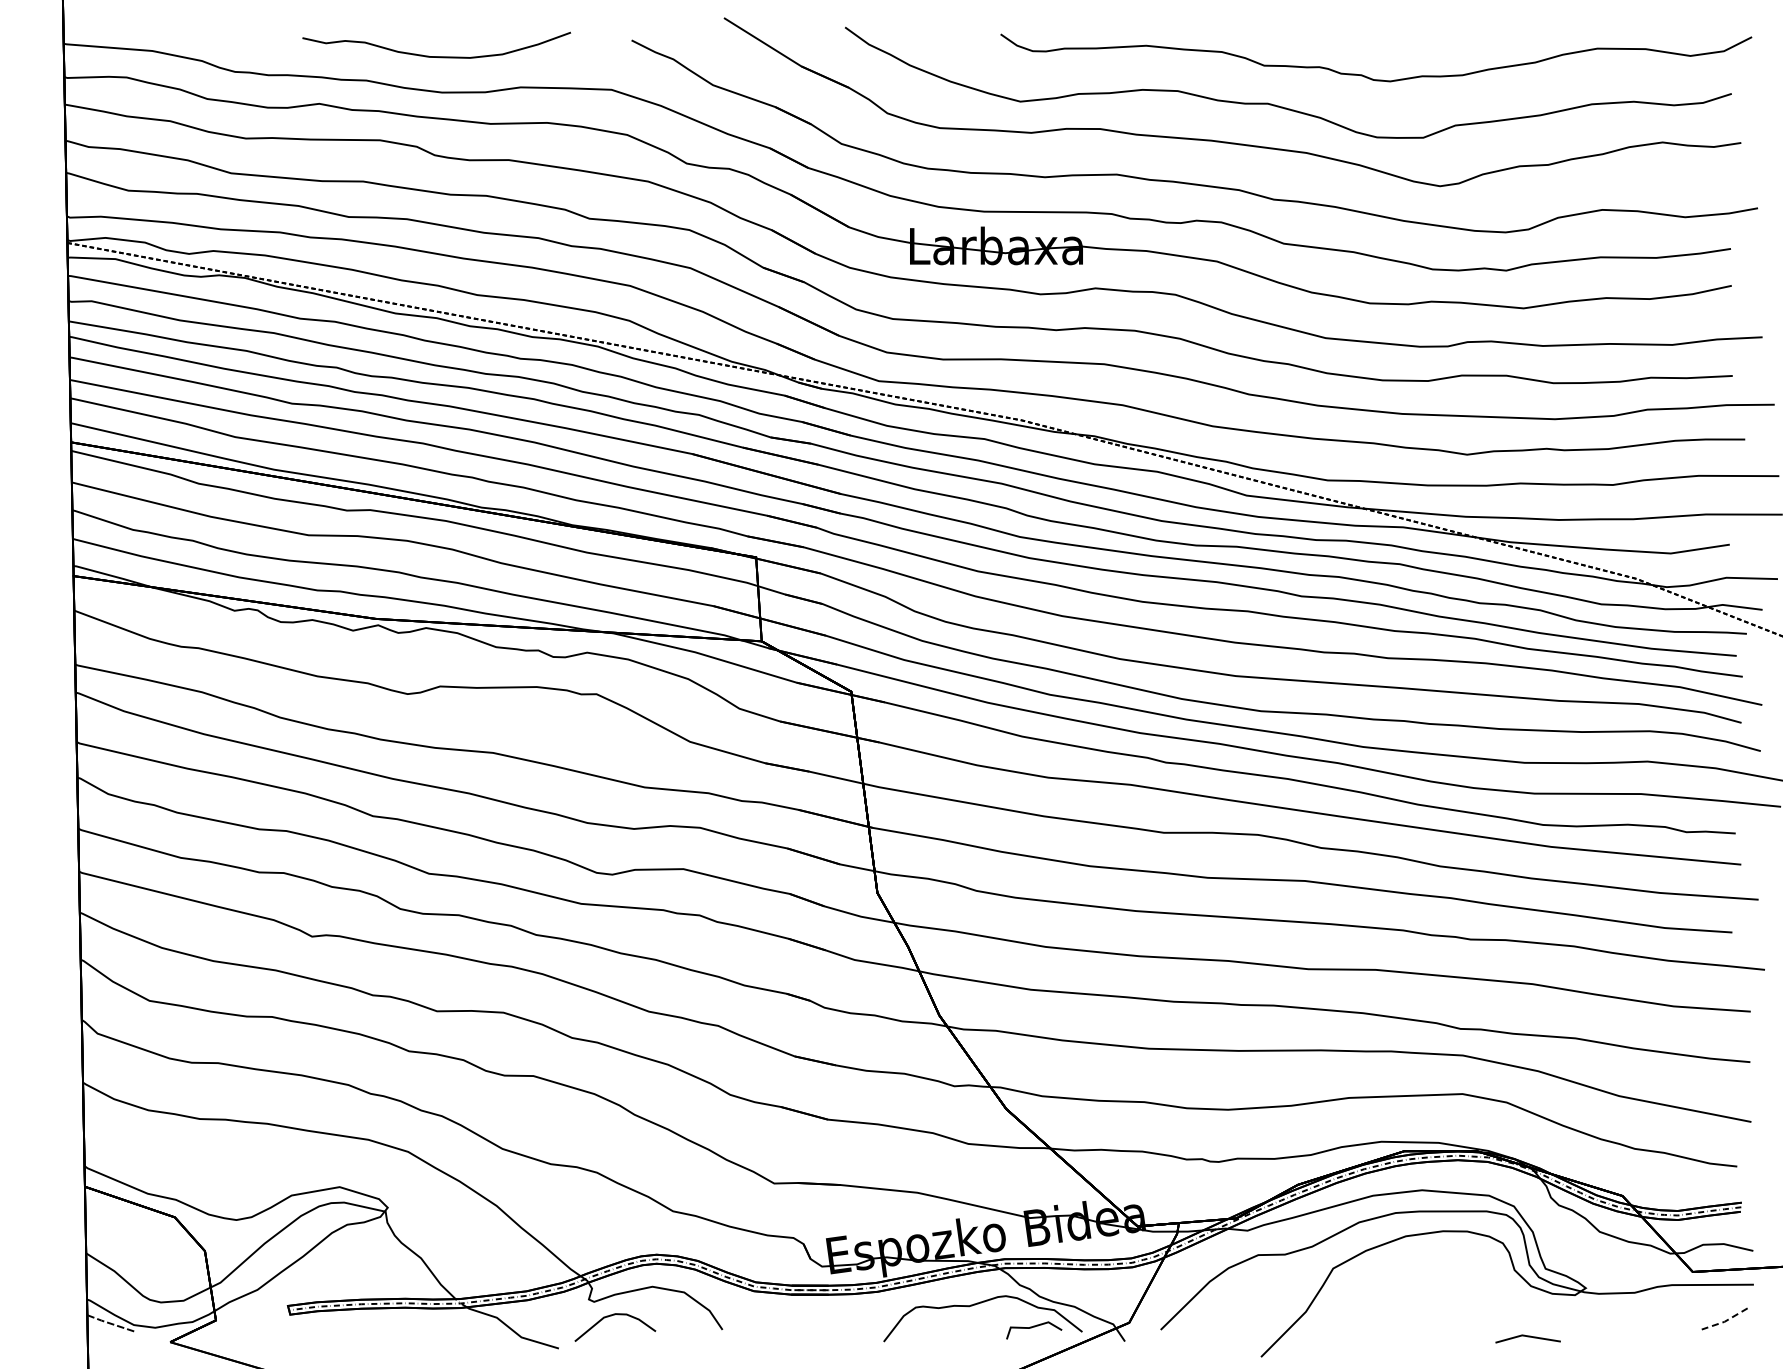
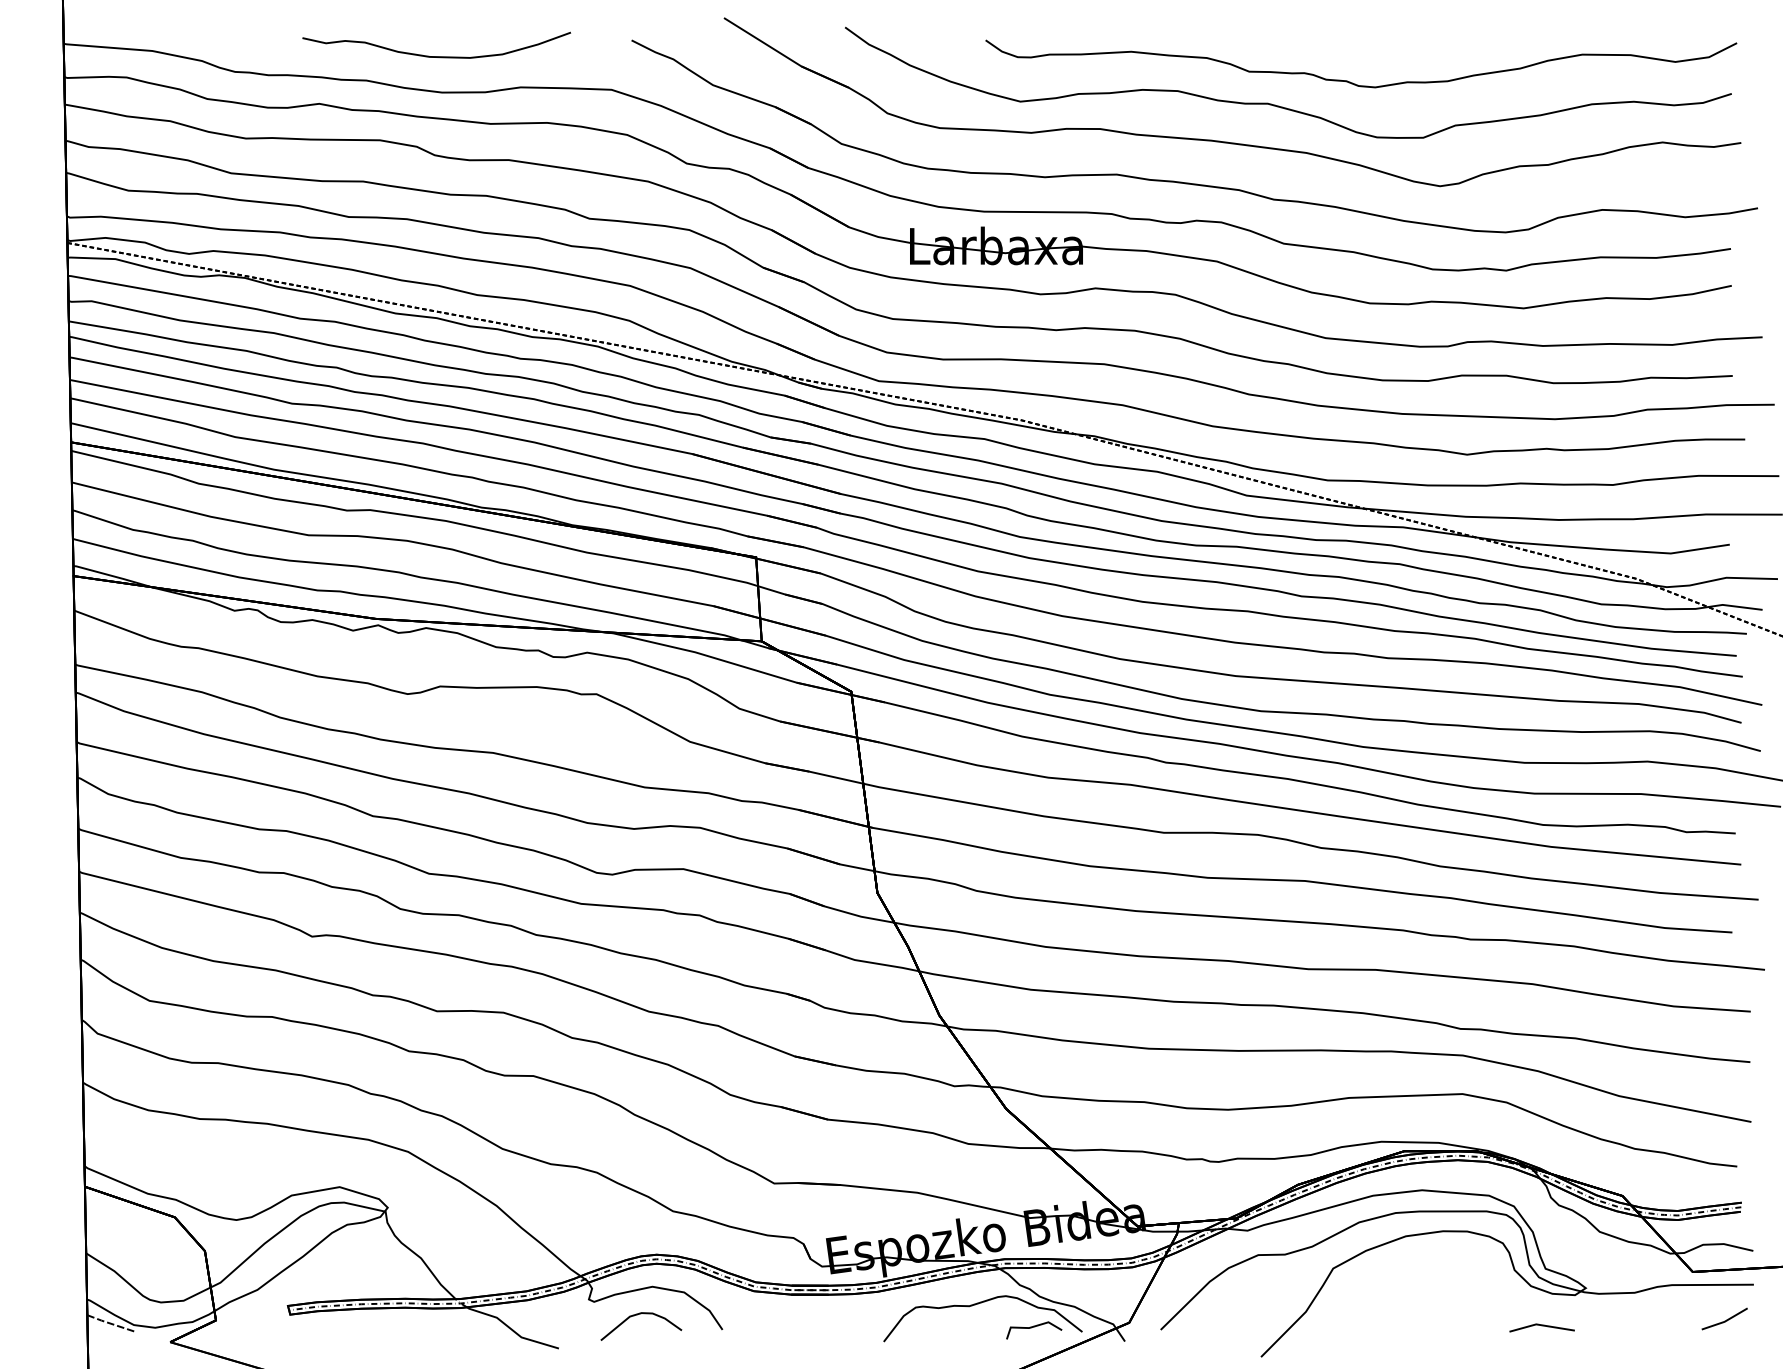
curve at (1370, 77) position: (1370, 77) -> (1355, 83)
curve at (611, 1316) position: (611, 1316) -> (637, 1315)
line at (1724, 1321): dashed -> solid
line at (1527, 1337) position: (1527, 1337) -> (1541, 1326)
